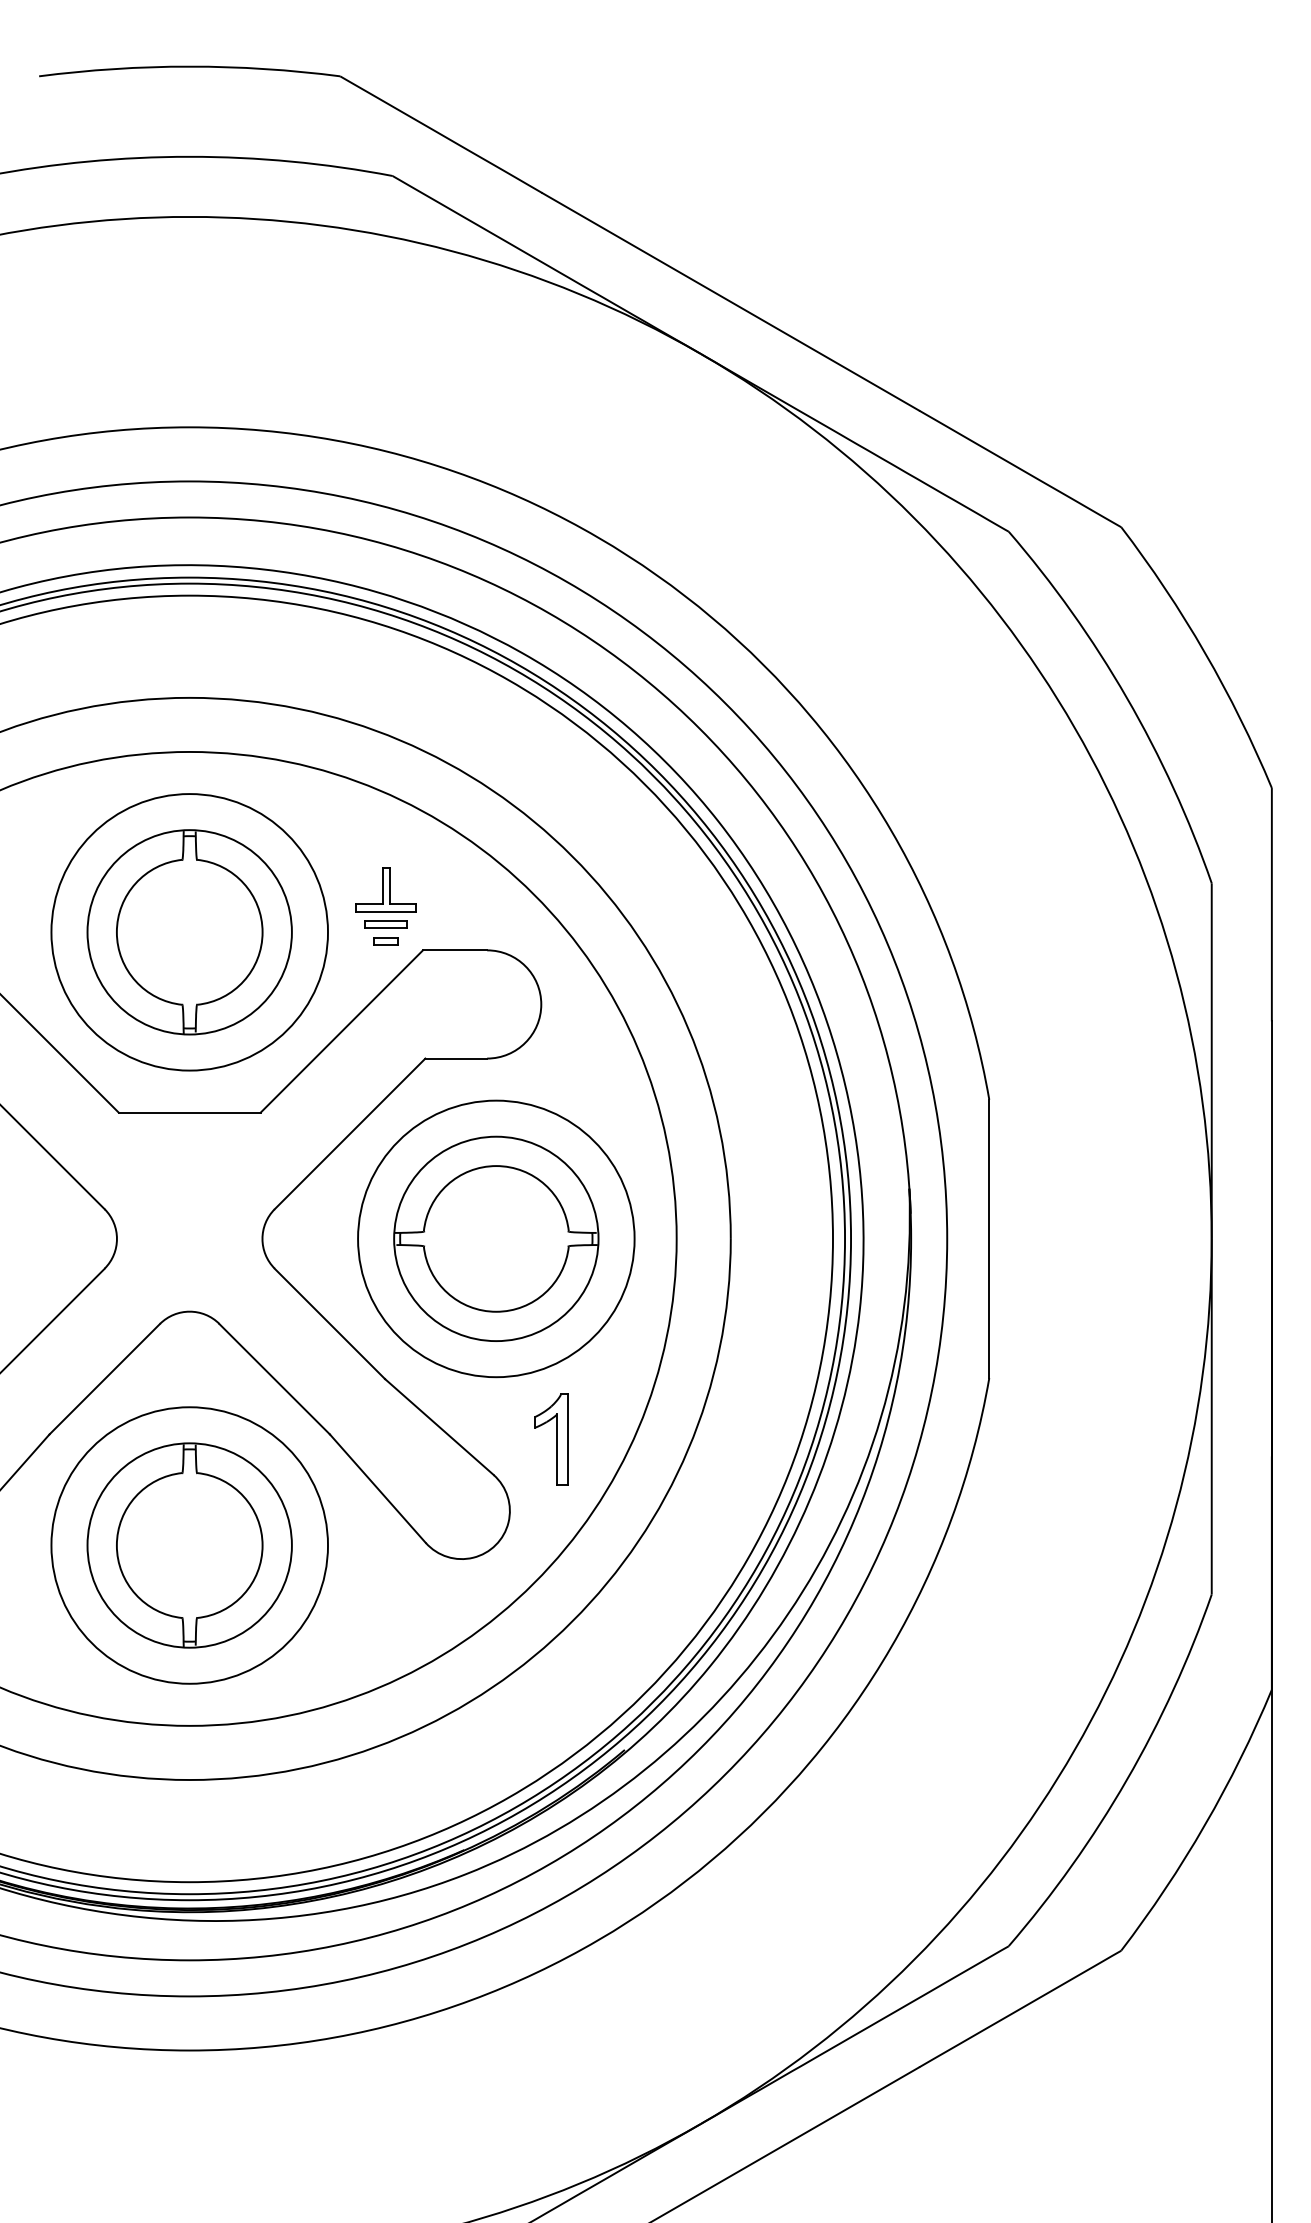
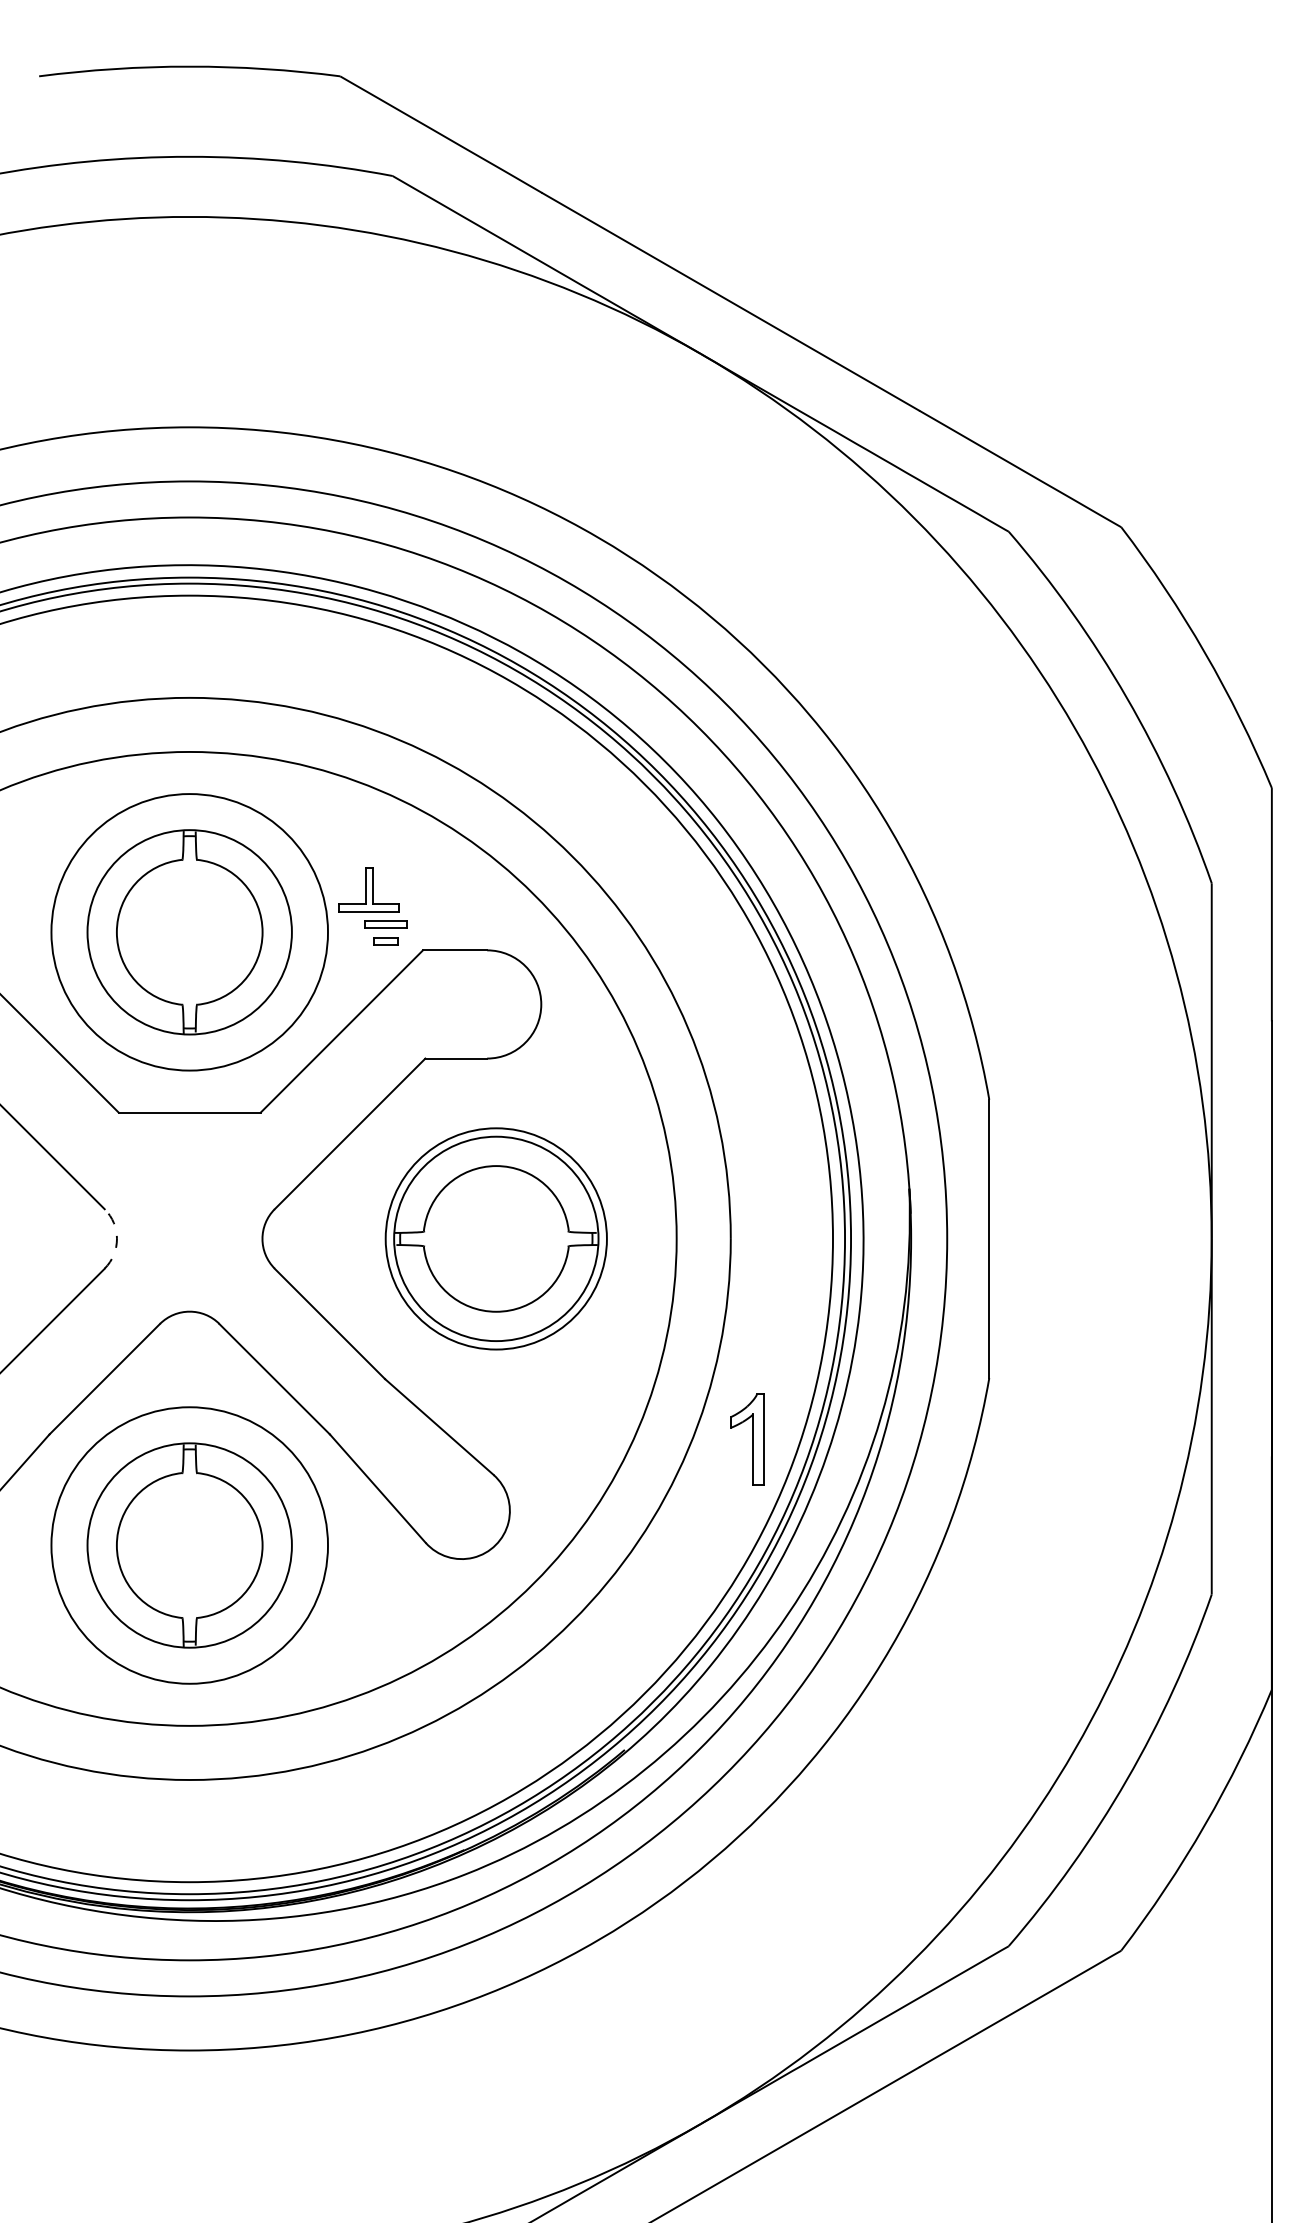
part at (385, 889) position: (385, 889) -> (368, 889)
arc at (116, 1238): solid -> dashed
circle at (496, 1238) diameter: 277 px -> 221 px
part at (551, 1439) position: (551, 1439) -> (747, 1439)
